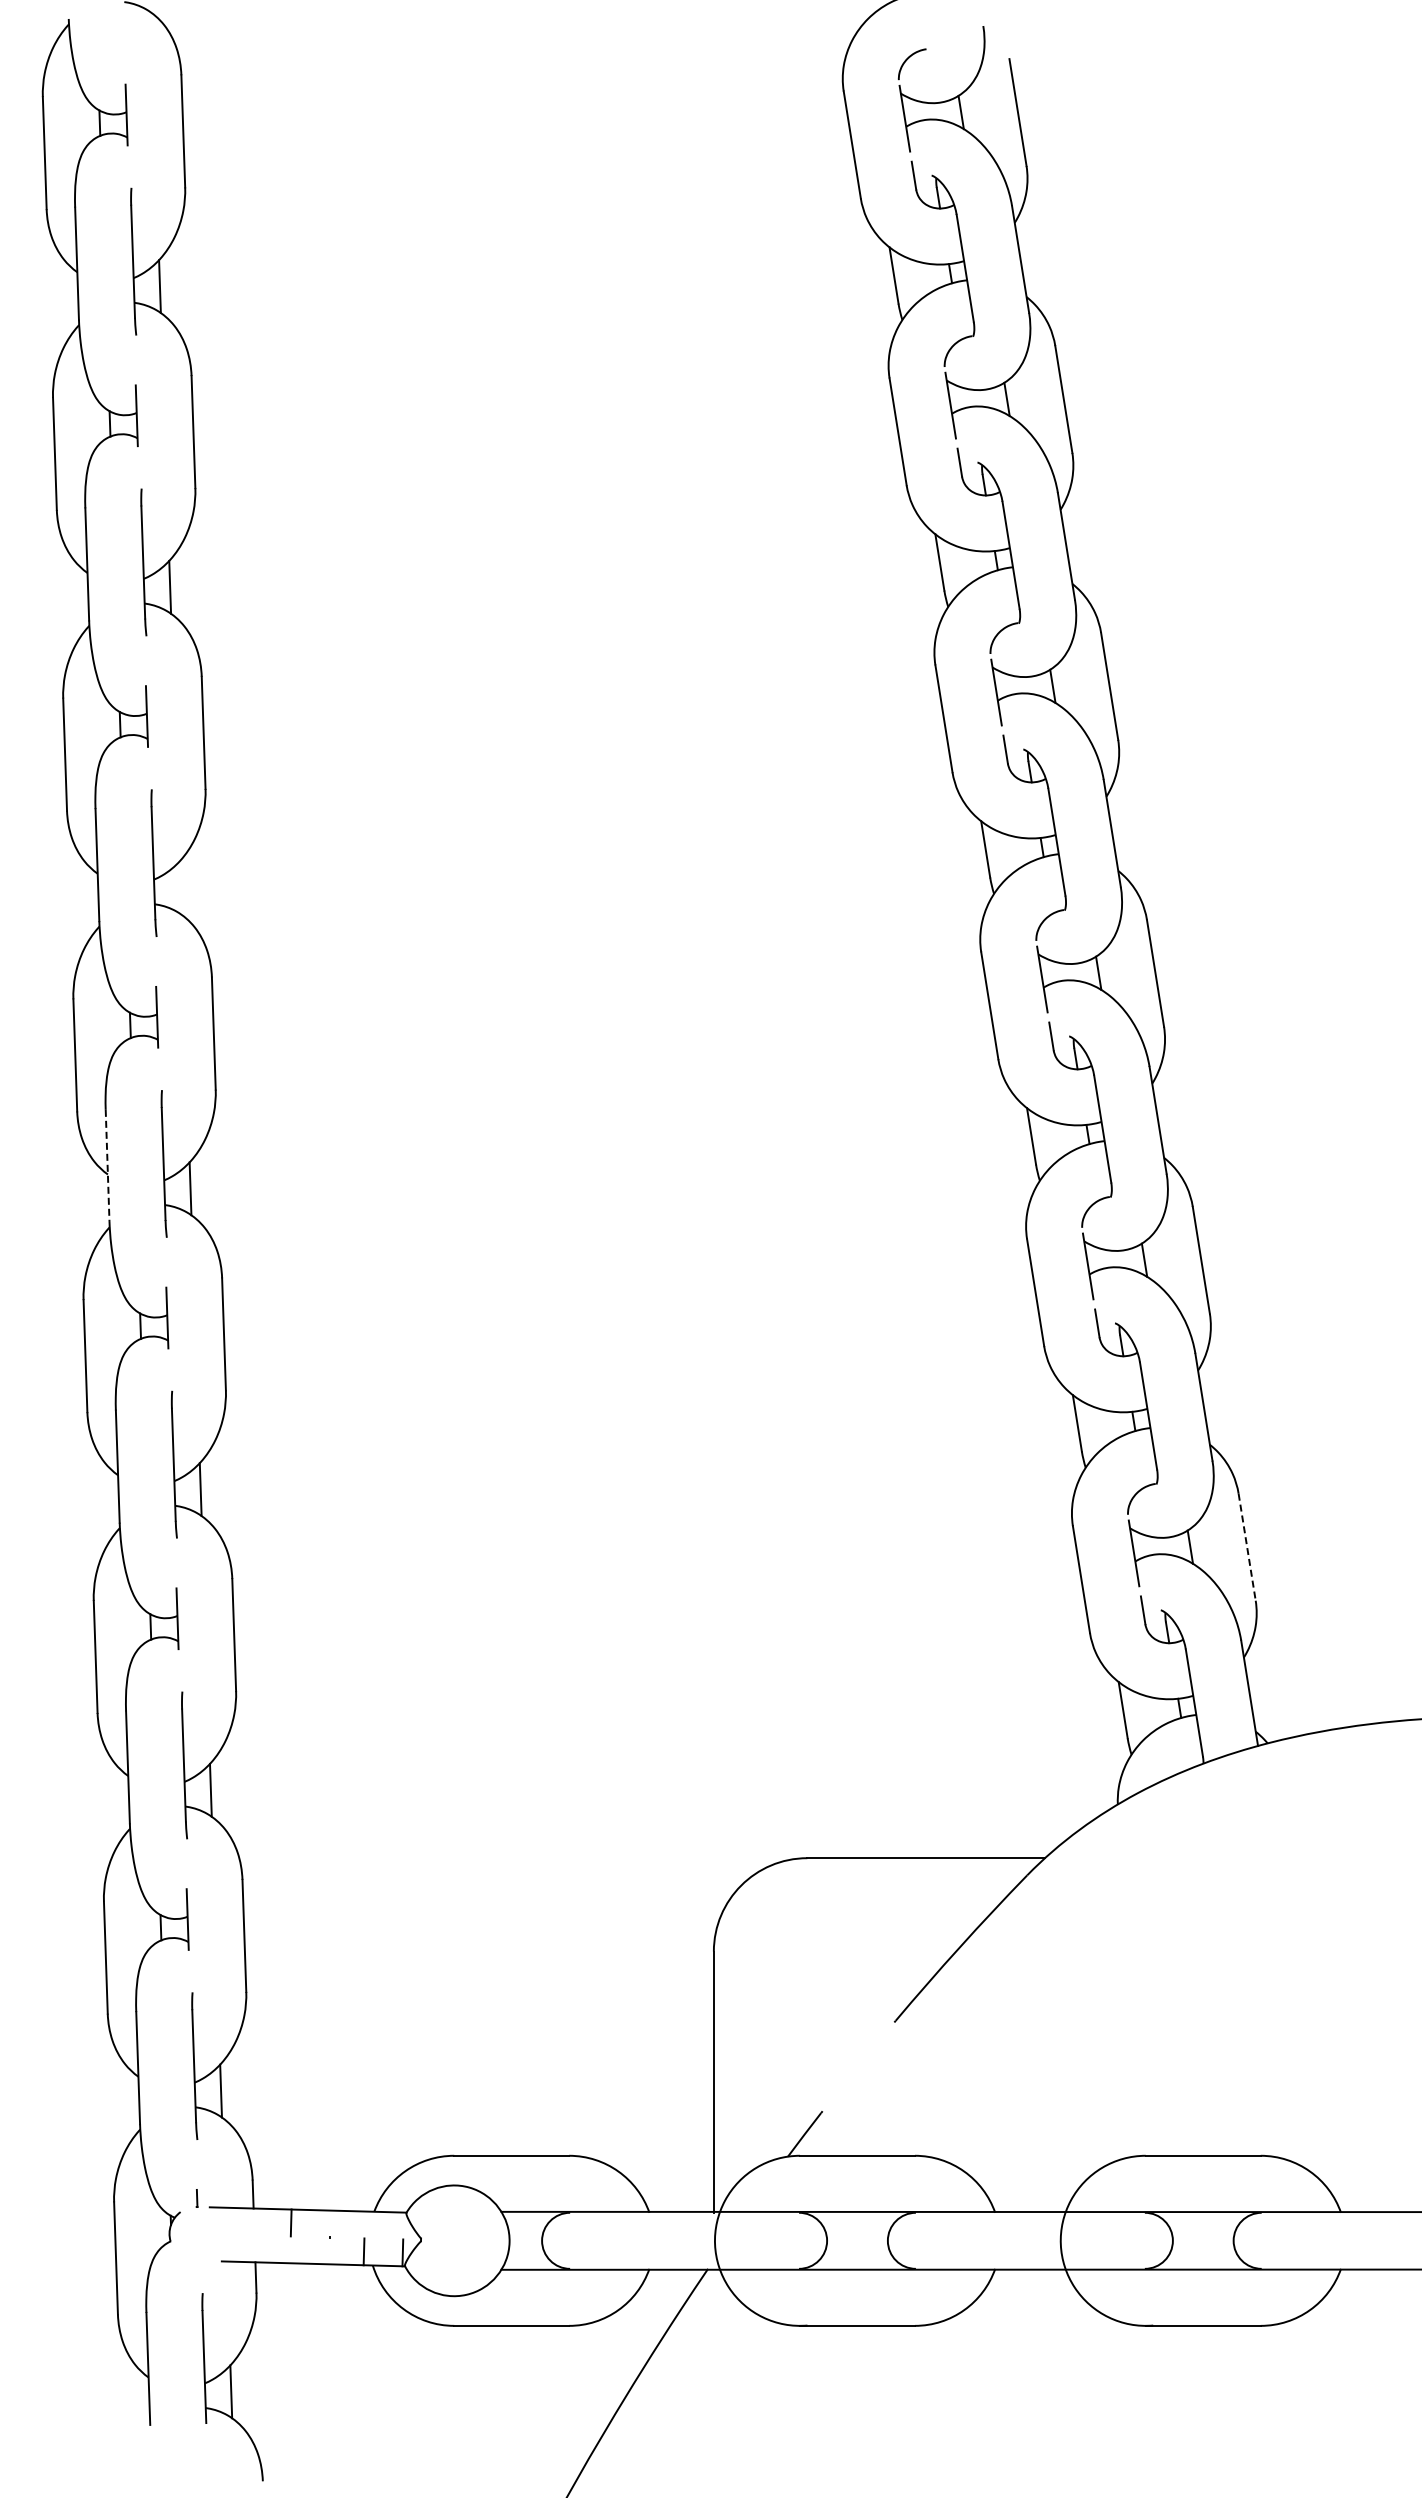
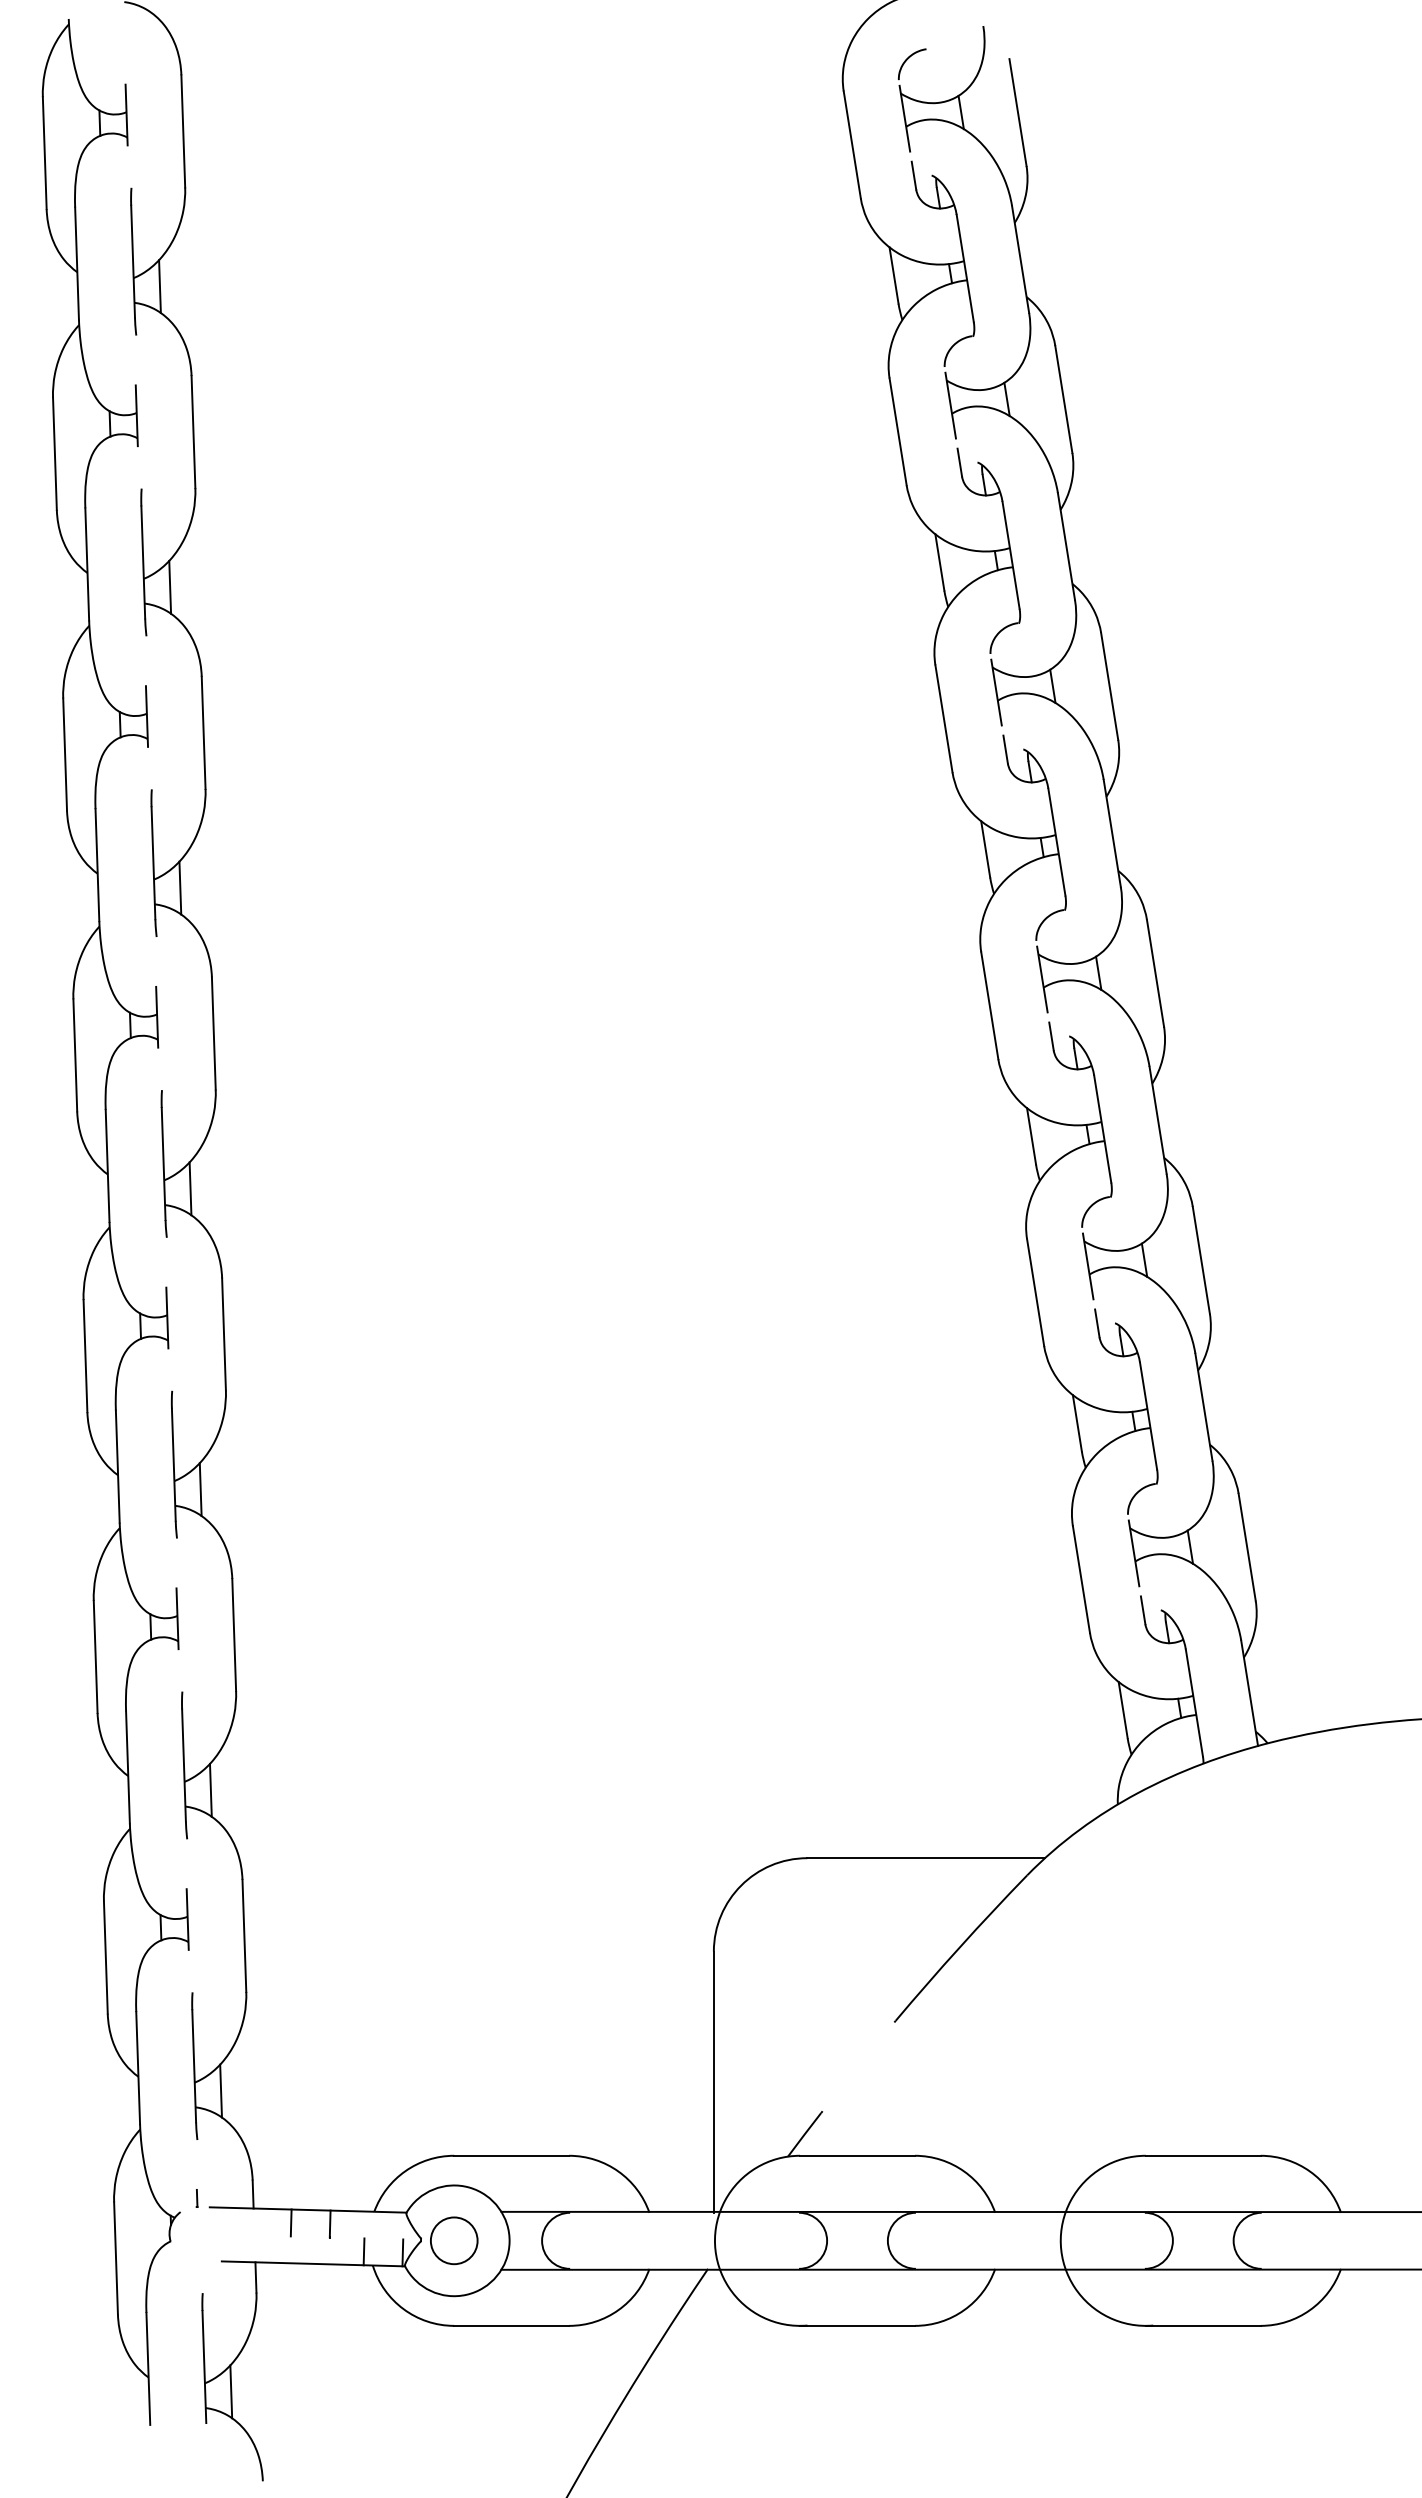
line at (180, 887): none -> present
line at (107, 1166): dashed -> solid
line at (1247, 1547): dashed -> solid
line at (329, 2223): none -> present
circle at (454, 2240): none -> present
